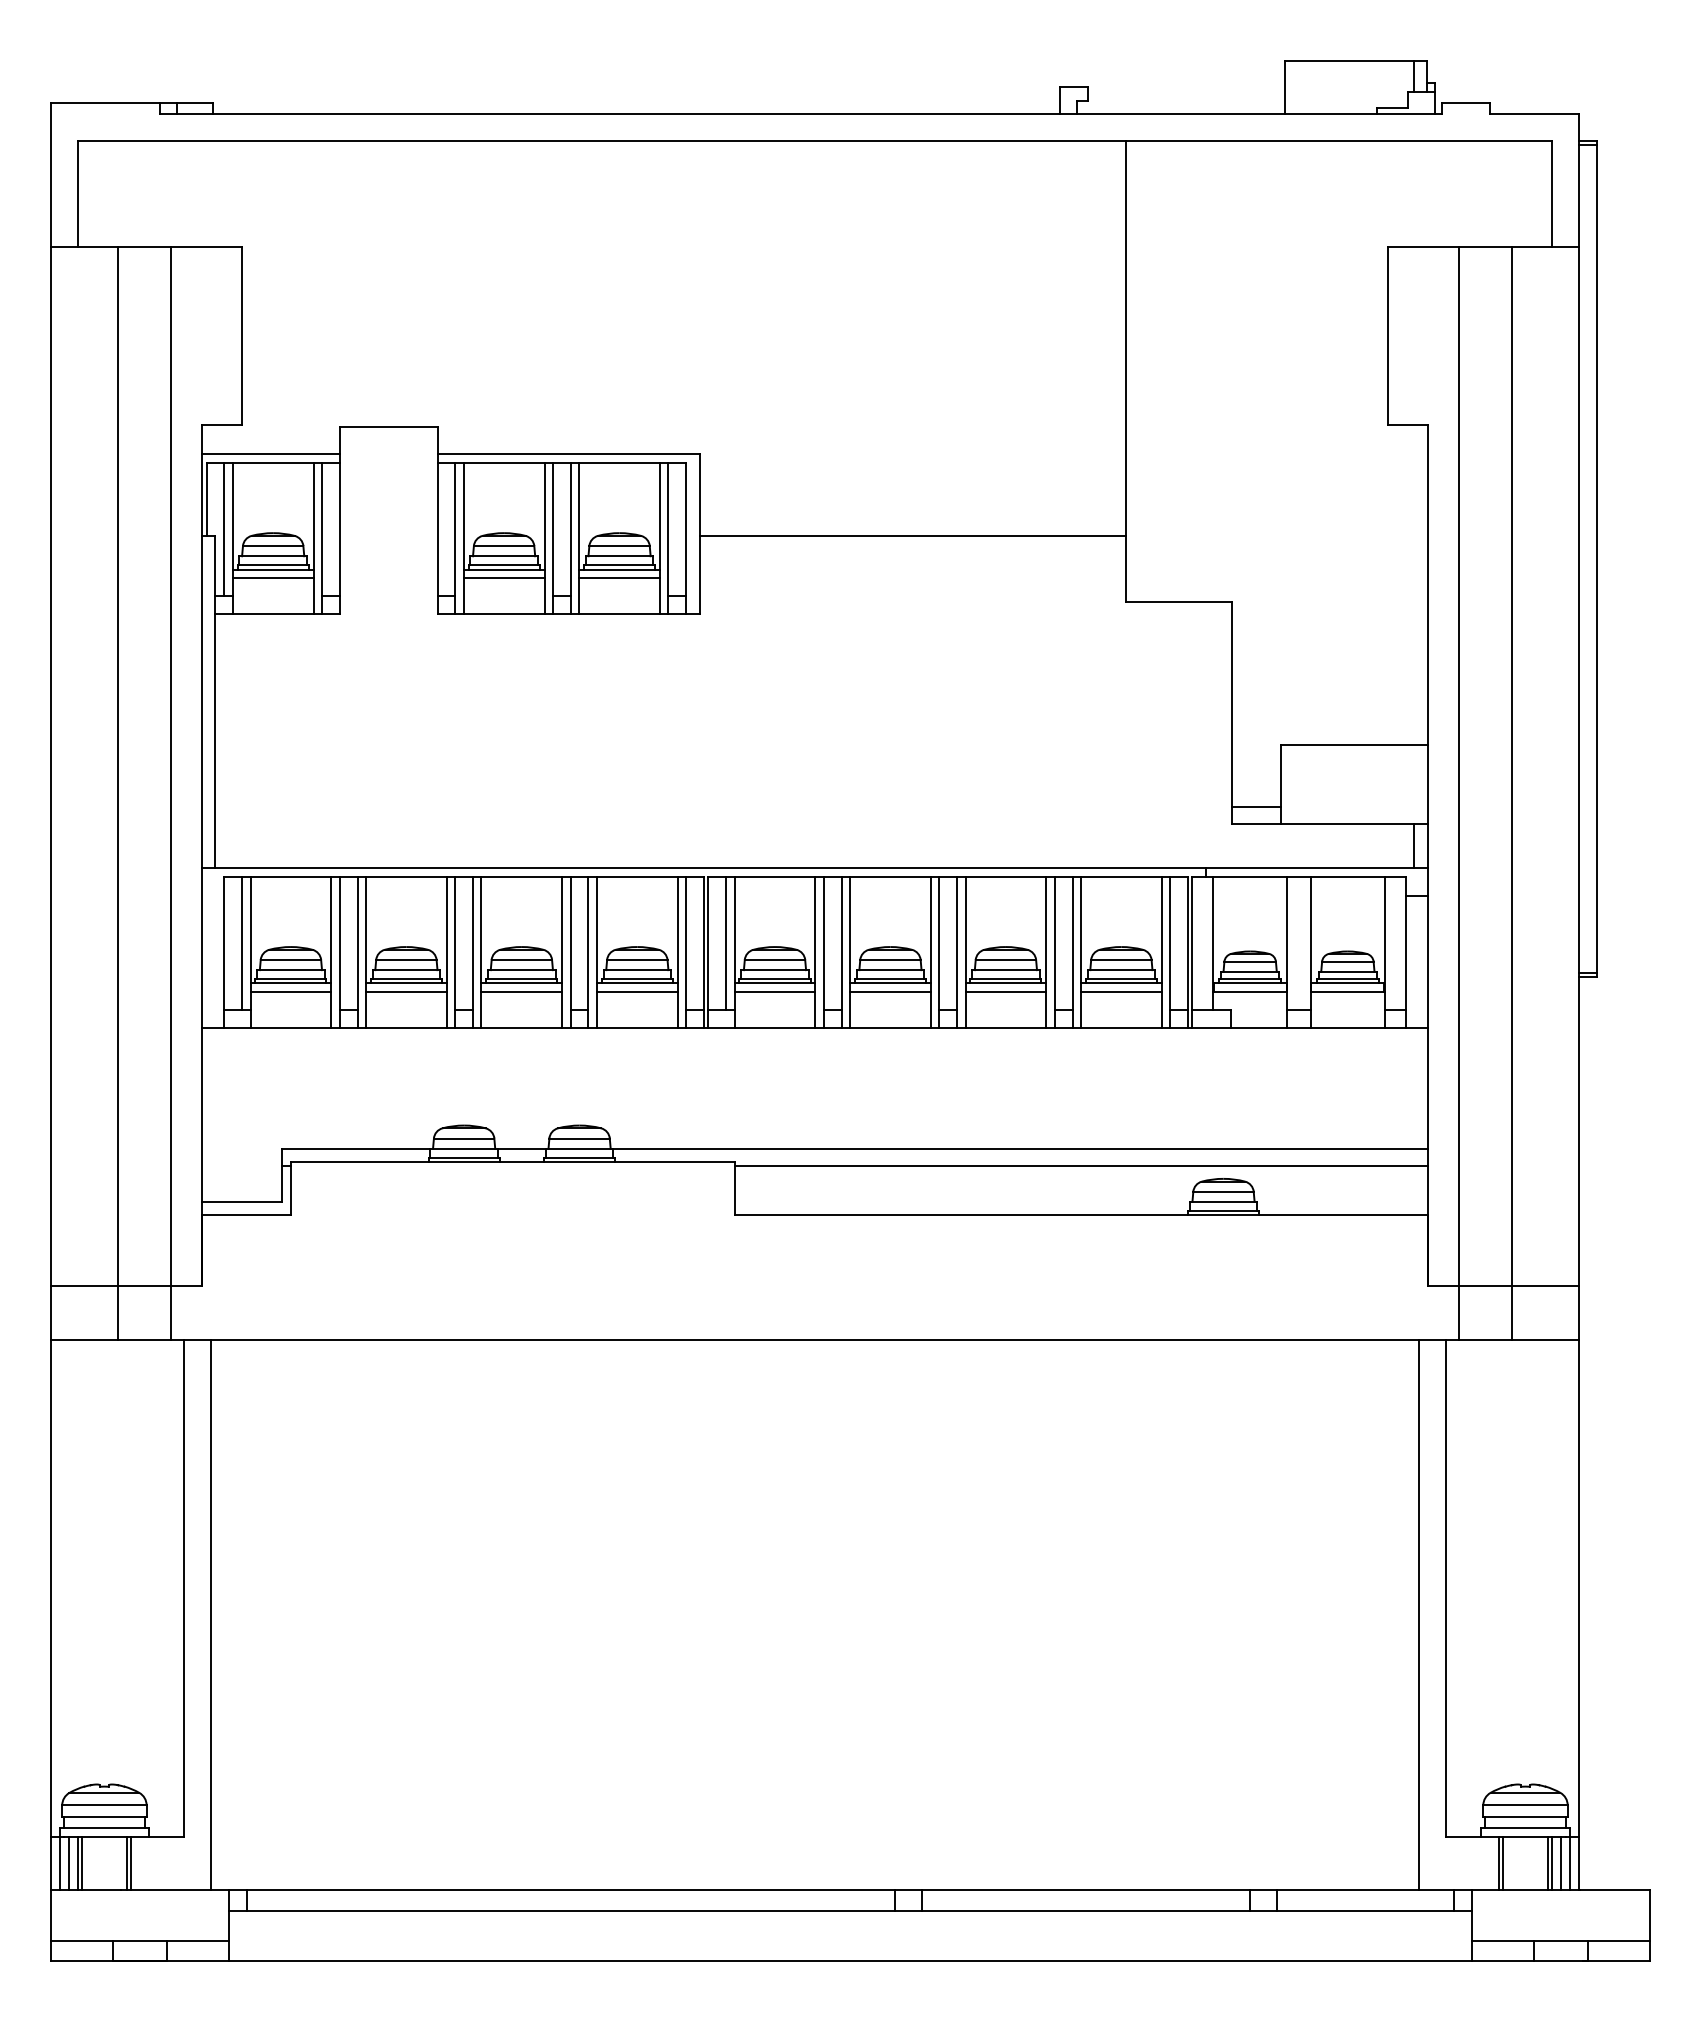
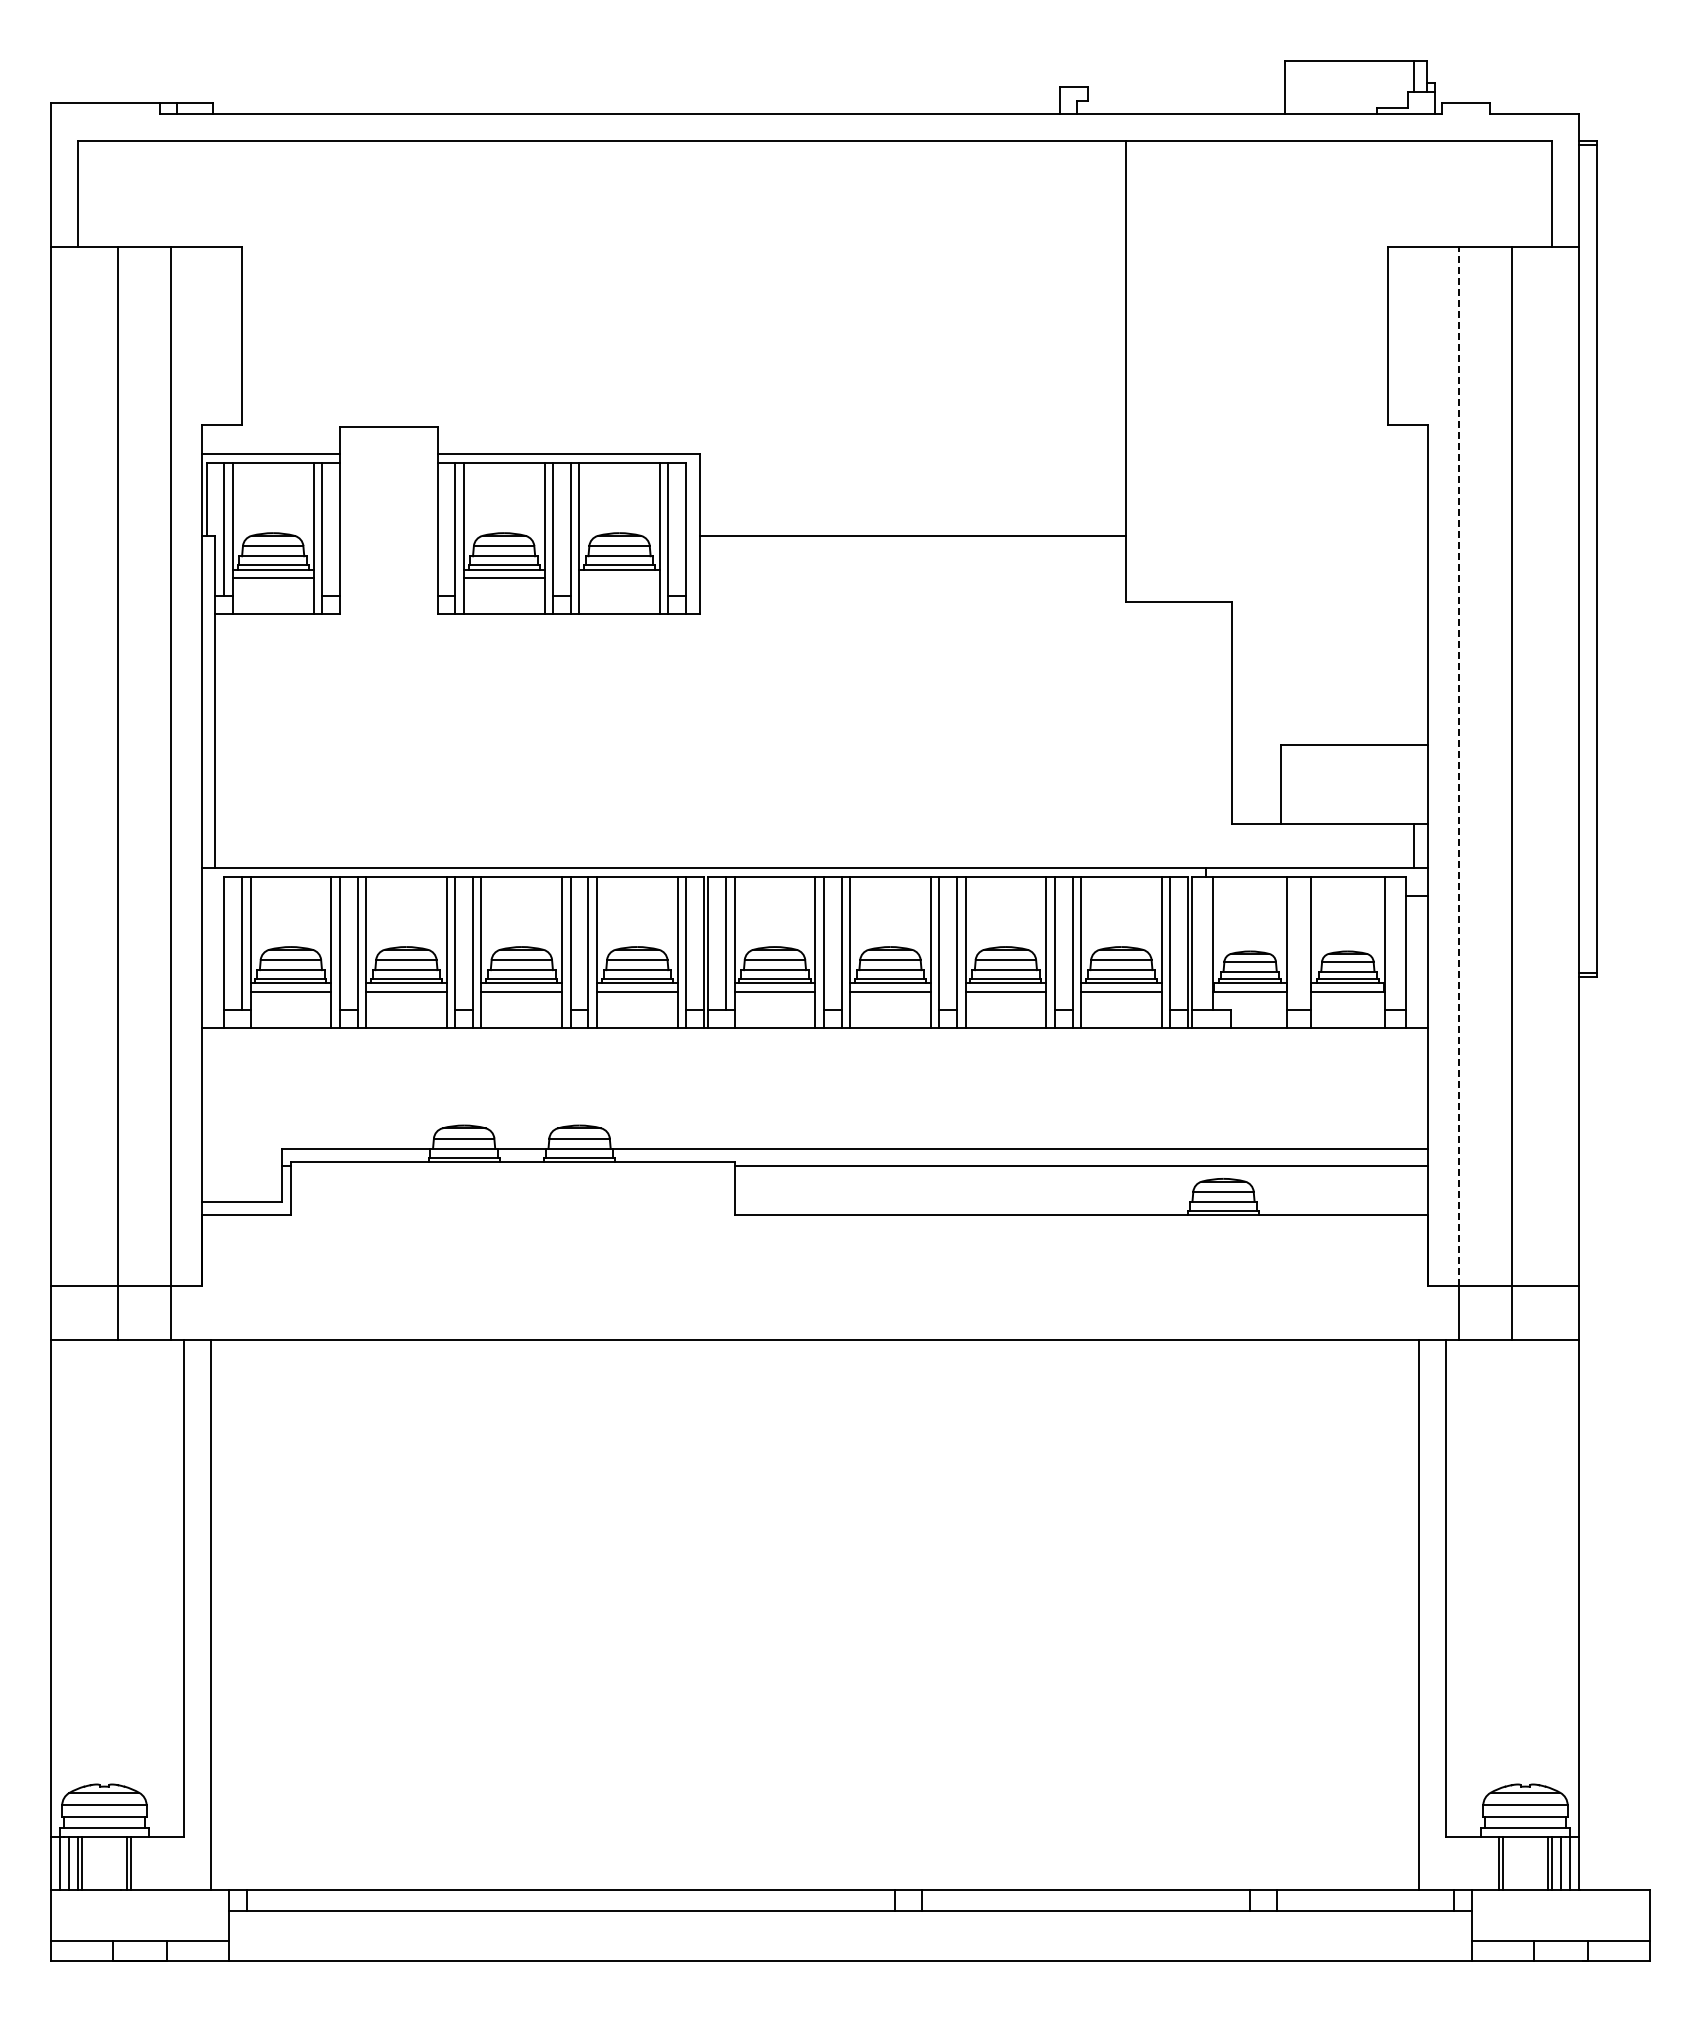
line at (619, 578): present -> none
line at (1458, 766): solid -> dashed
line at (1256, 806): present -> none
